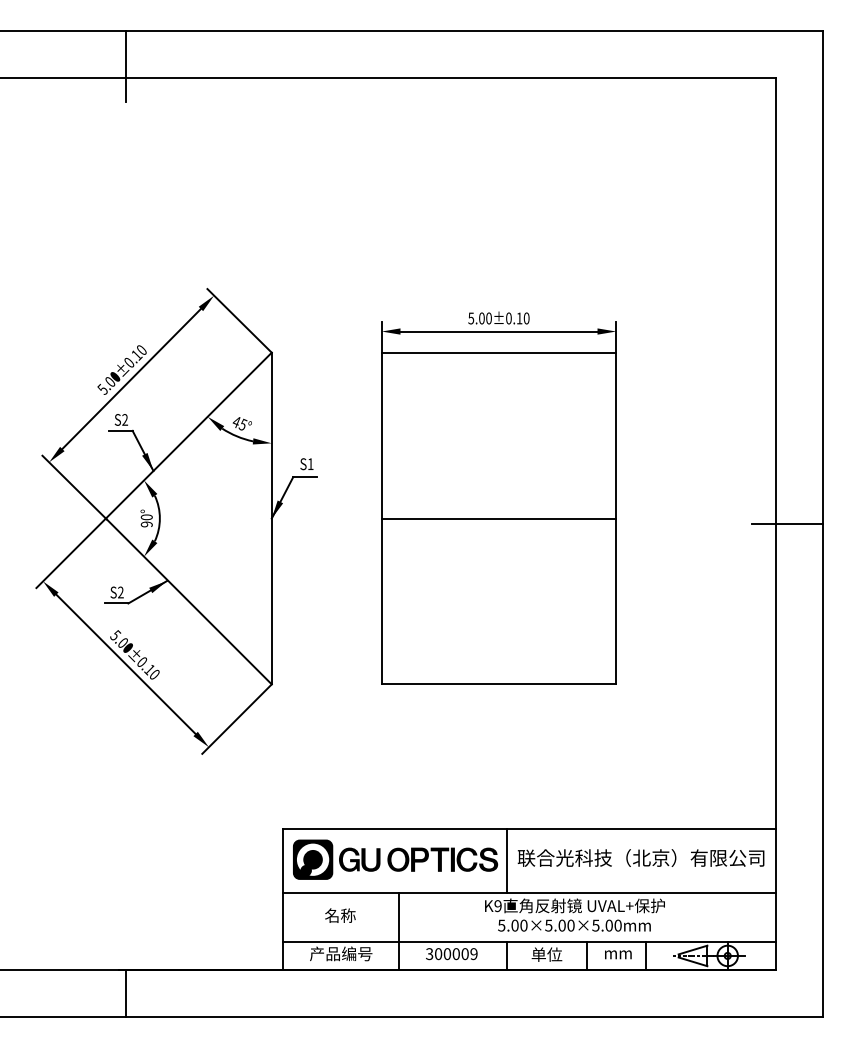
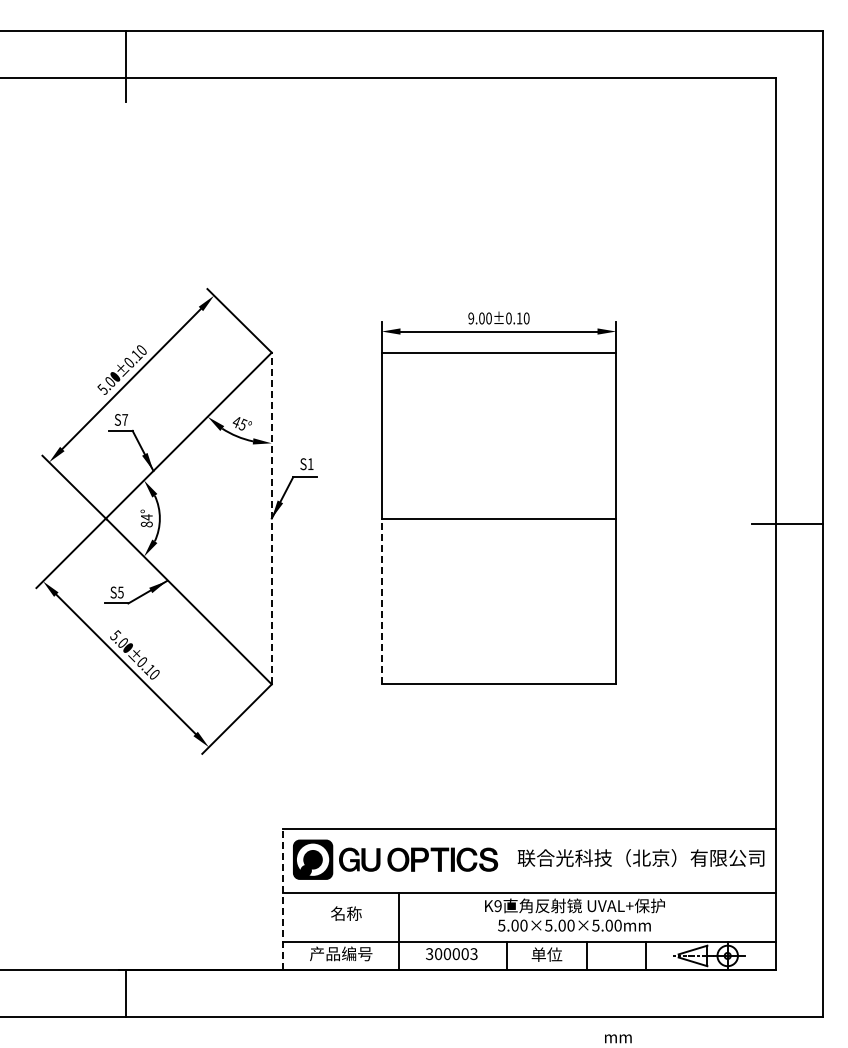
text at (471, 318): 5.00±0.10 -> 9.00±0.10
text at (125, 419): S2 -> S7
line at (271, 518): solid -> dashed
text at (146, 520): 90° -> 84°
text at (120, 592): S2 -> S5
line at (381, 601): solid -> dashed
line at (506, 860): present -> none
line at (283, 899): solid -> dashed
text at (340, 915) position: (340, 915) -> (346, 913)
text at (473, 953): 300009 -> 300003
text at (618, 954) position: (618, 954) -> (618, 1038)
